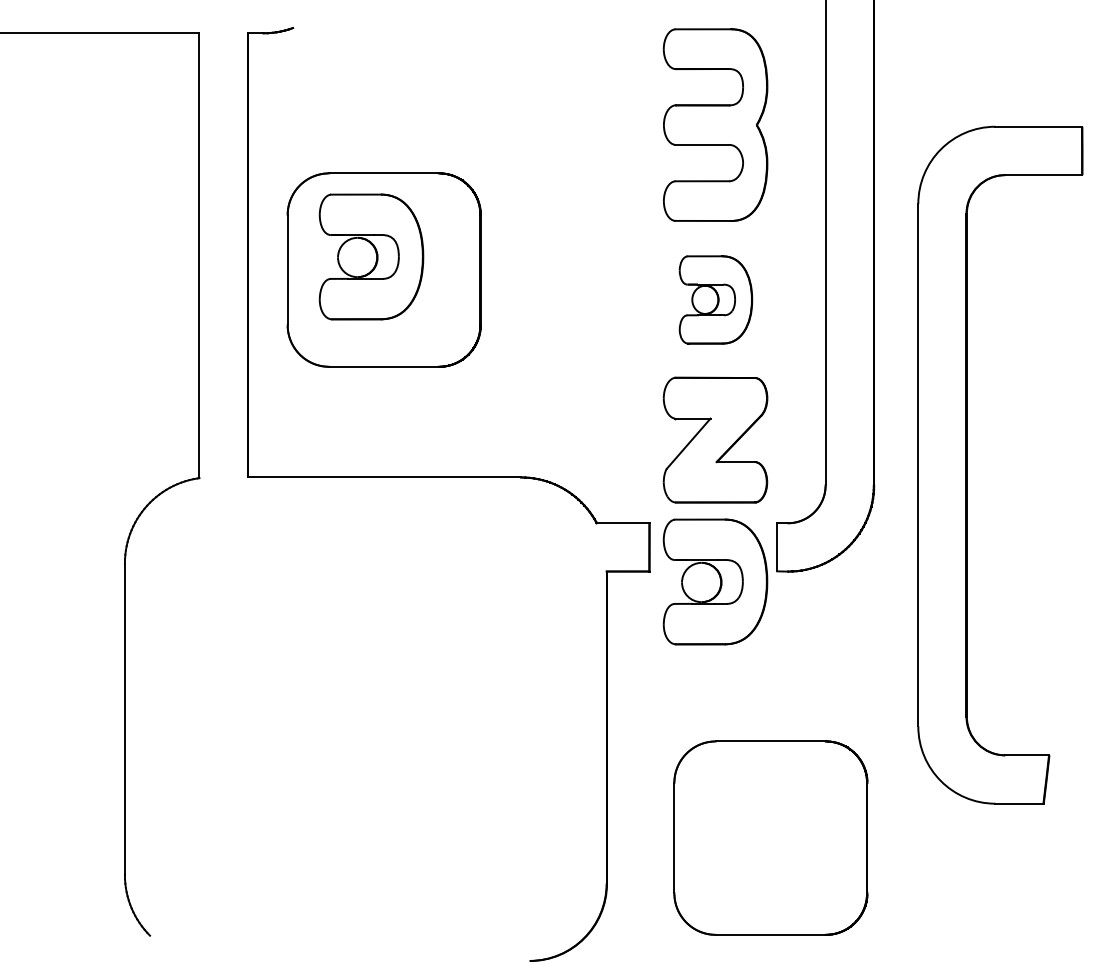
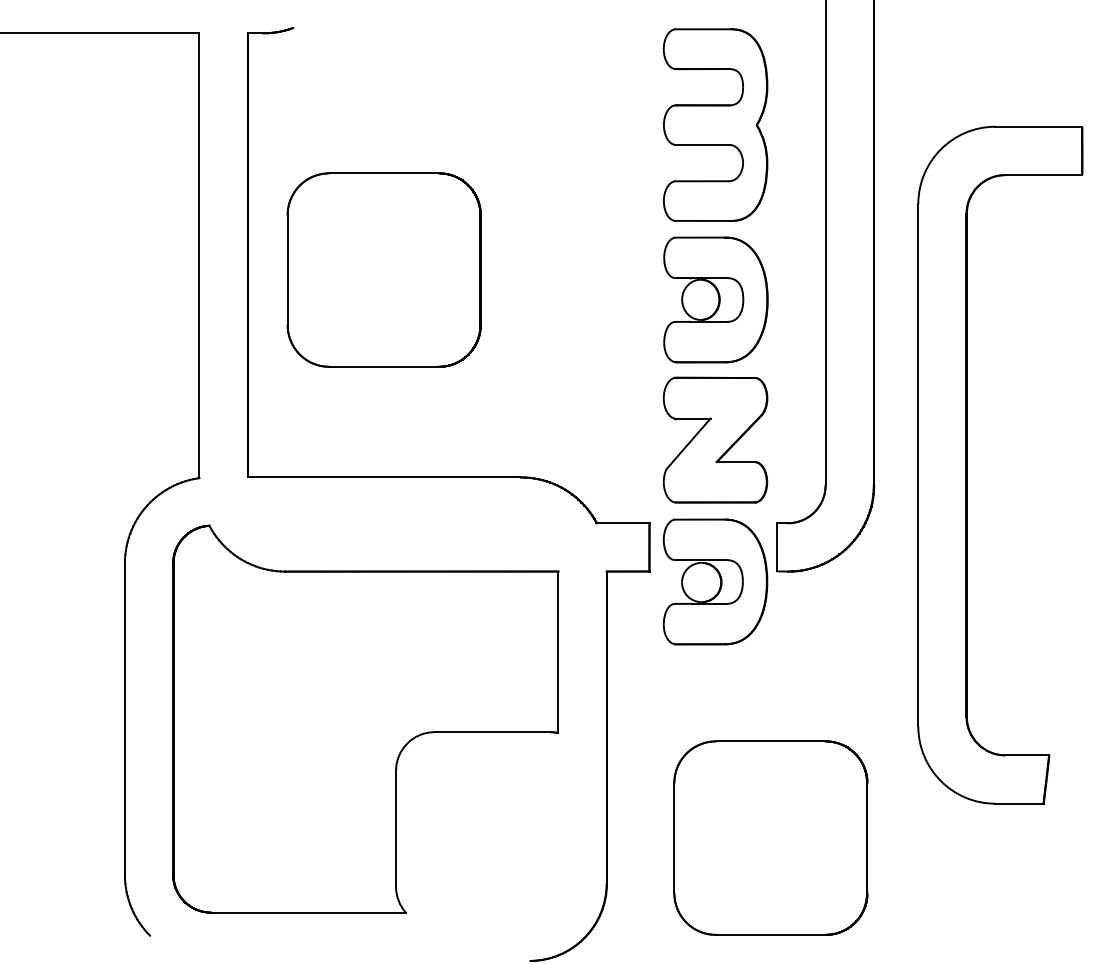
part at (371, 256): present -> none
part at (715, 299) size: 76x90 px -> 106x128 px
part at (365, 718): none -> present
